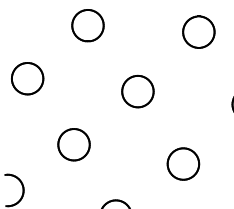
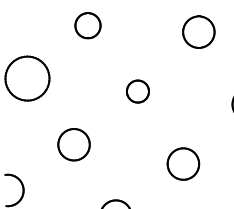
part at (87, 25) size: 34x34 px -> 28x28 px
part at (27, 78) size: 34x34 px -> 47x47 px
part at (137, 91) size: 34x35 px -> 24x25 px
